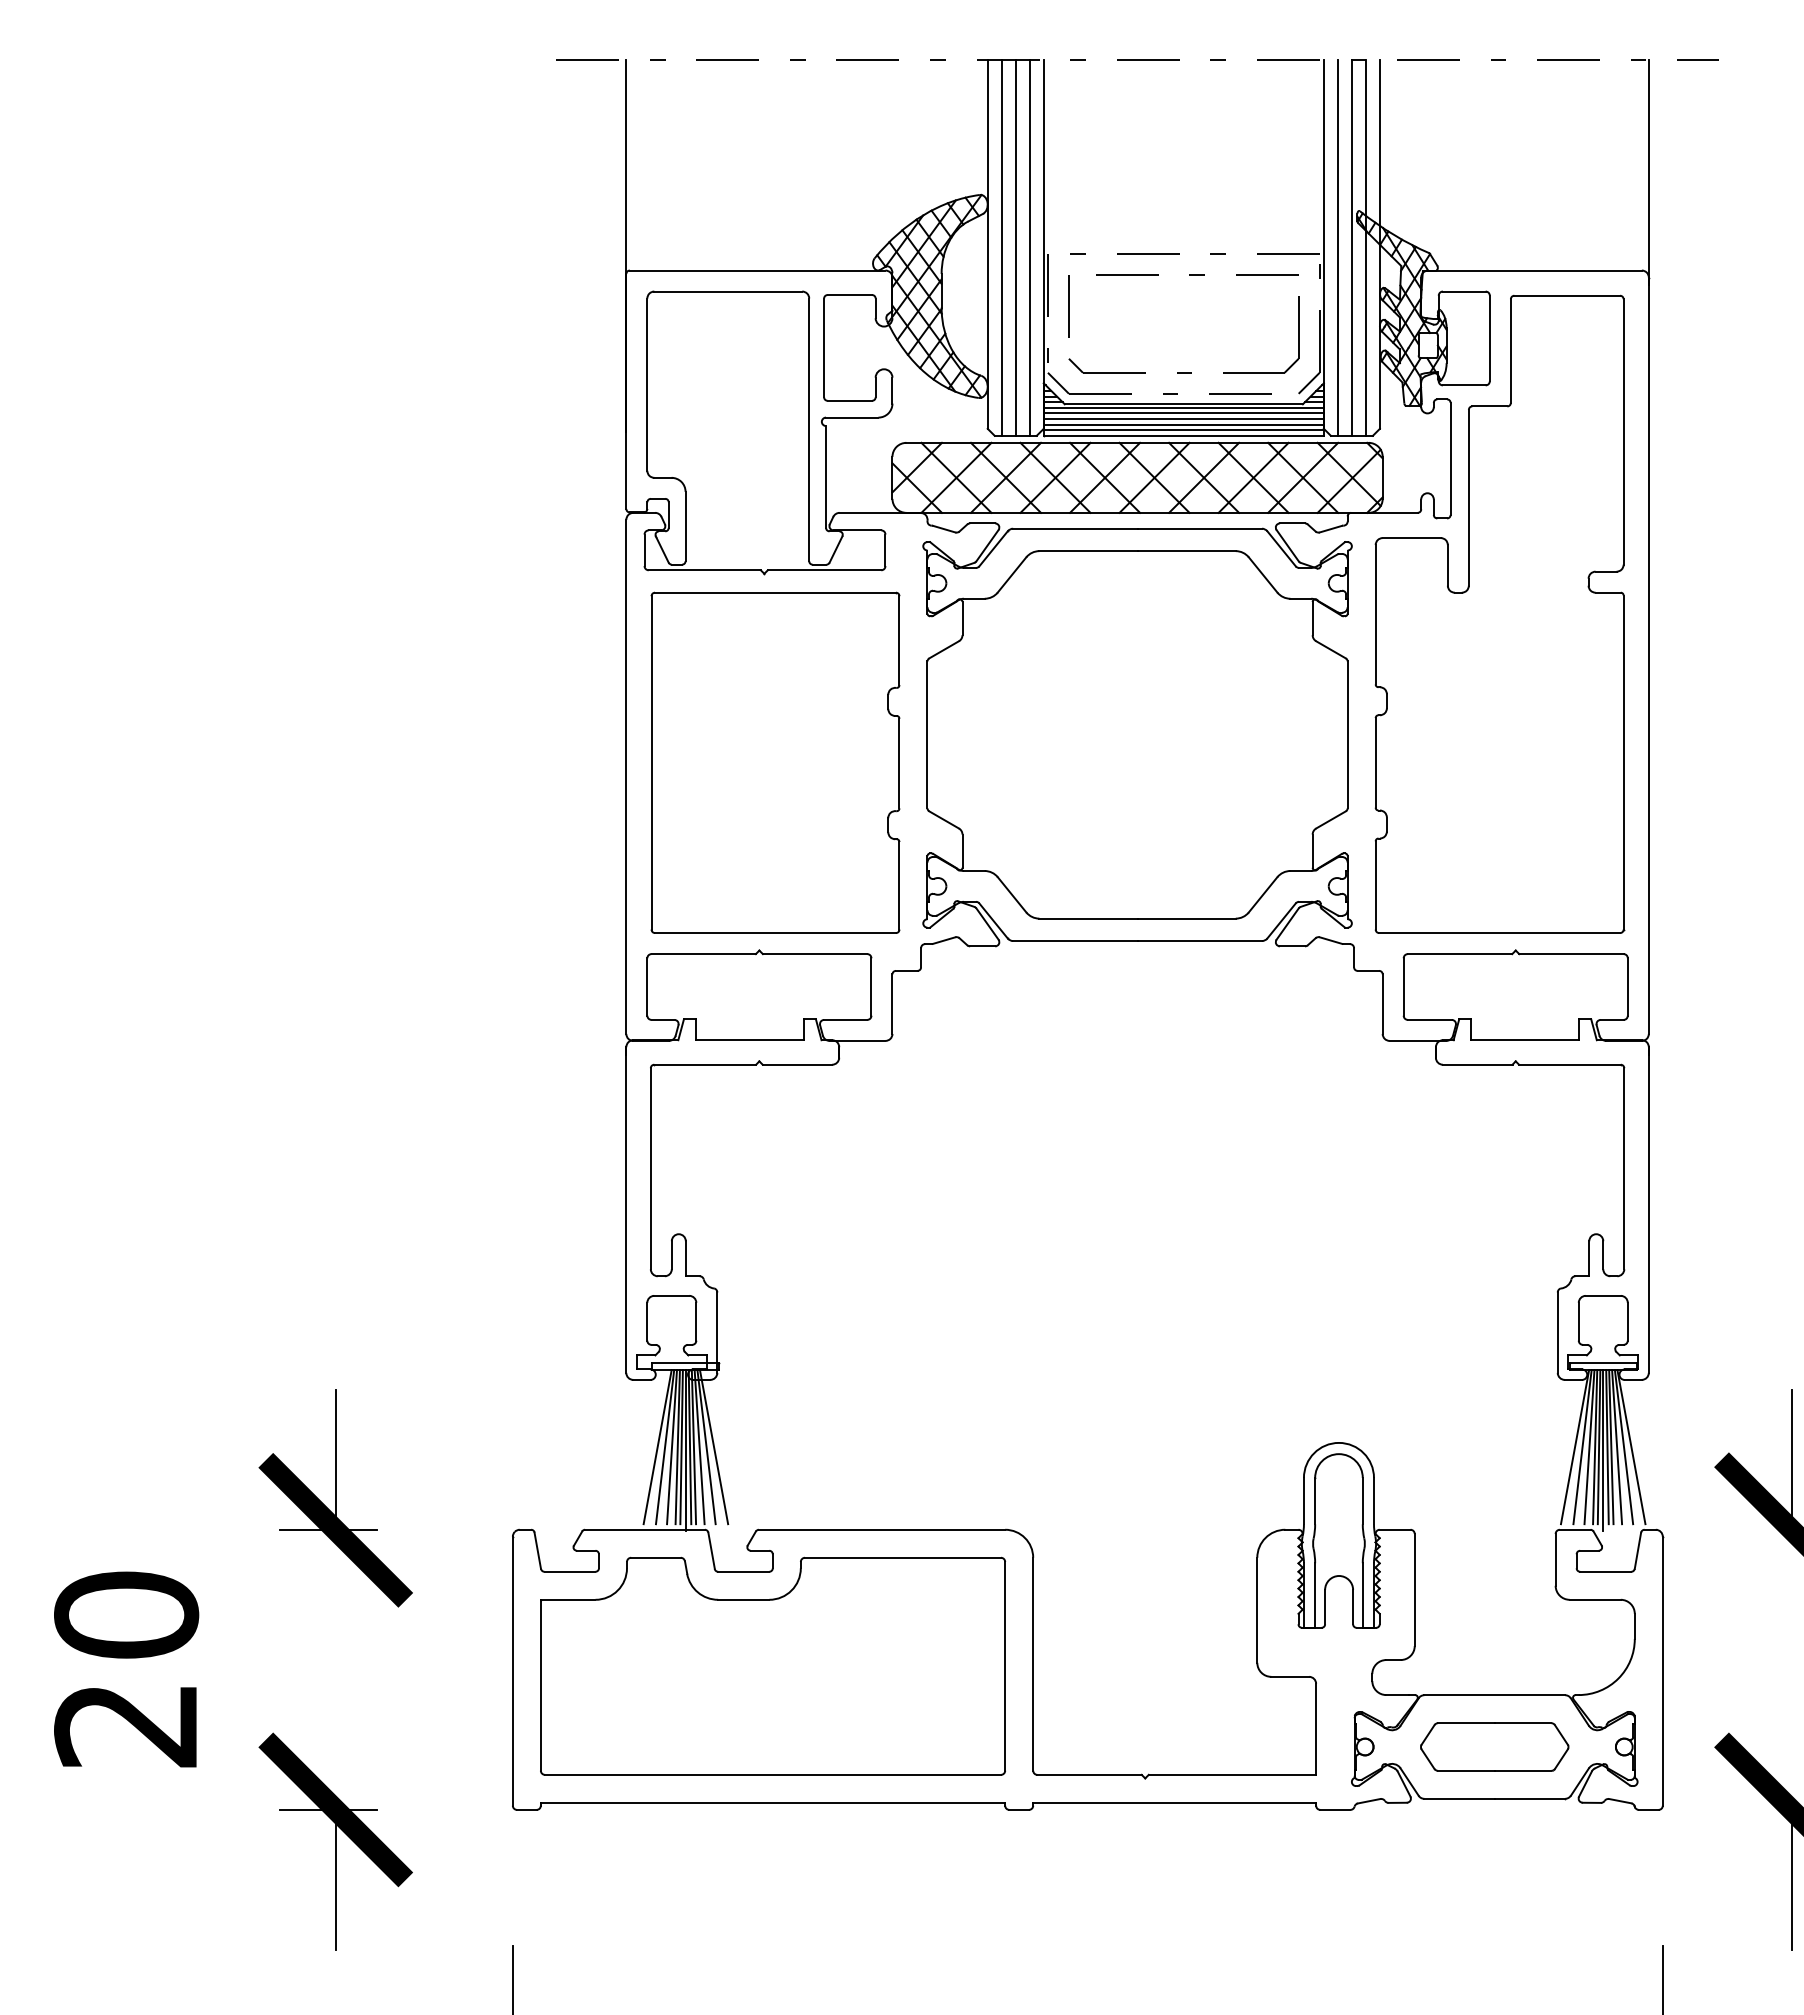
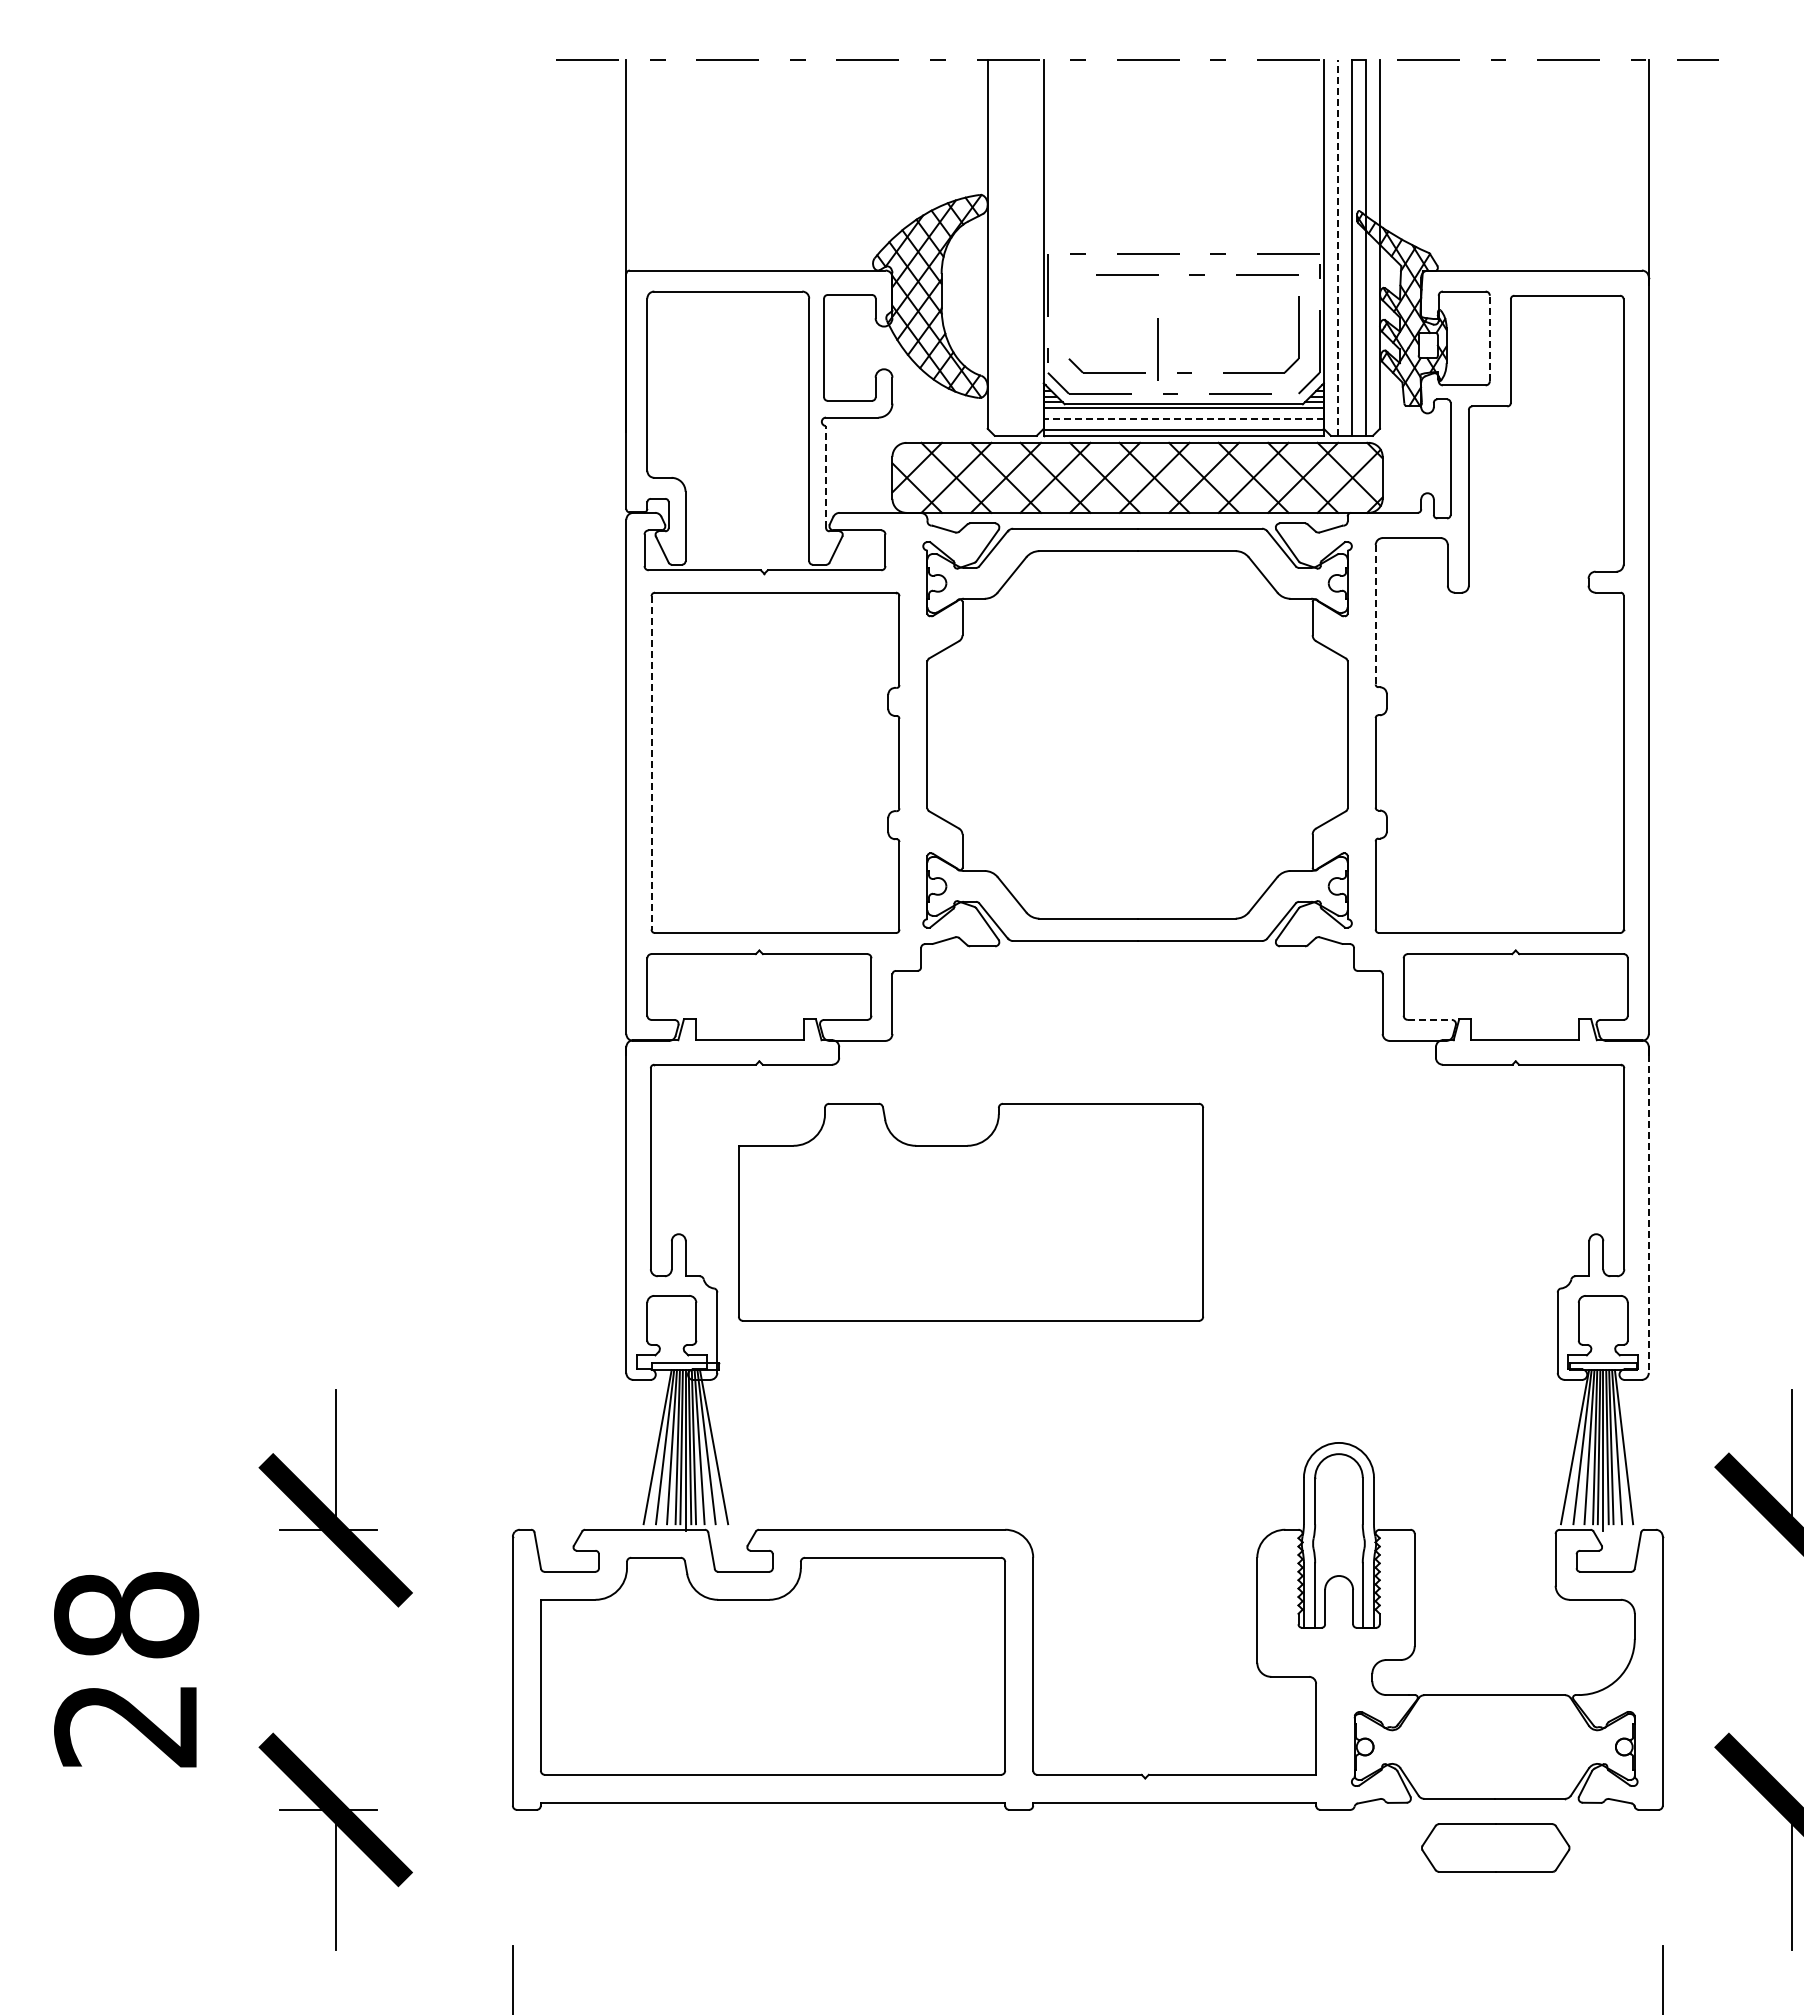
line at (1001, 247): present -> none
line at (1015, 247): present -> none
line at (1029, 247): present -> none
line at (1337, 248): solid -> dashed
line at (1068, 306) position: (1068, 306) -> (1157, 349)
line at (1489, 338): solid -> dashed
line at (1183, 413): present -> none
line at (1183, 419): solid -> dashed
line at (1183, 424): present -> none
line at (826, 476): solid -> dashed
line at (1375, 614): solid -> dashed
line at (651, 762): solid -> dashed
line at (1429, 1019): solid -> dashed
part at (970, 1211): none -> present
line at (1648, 1213): solid -> dashed
line at (1631, 1447): present -> none
text at (126, 1614): 20 -> 28
part at (1494, 1746) position: (1494, 1746) -> (1495, 1847)
